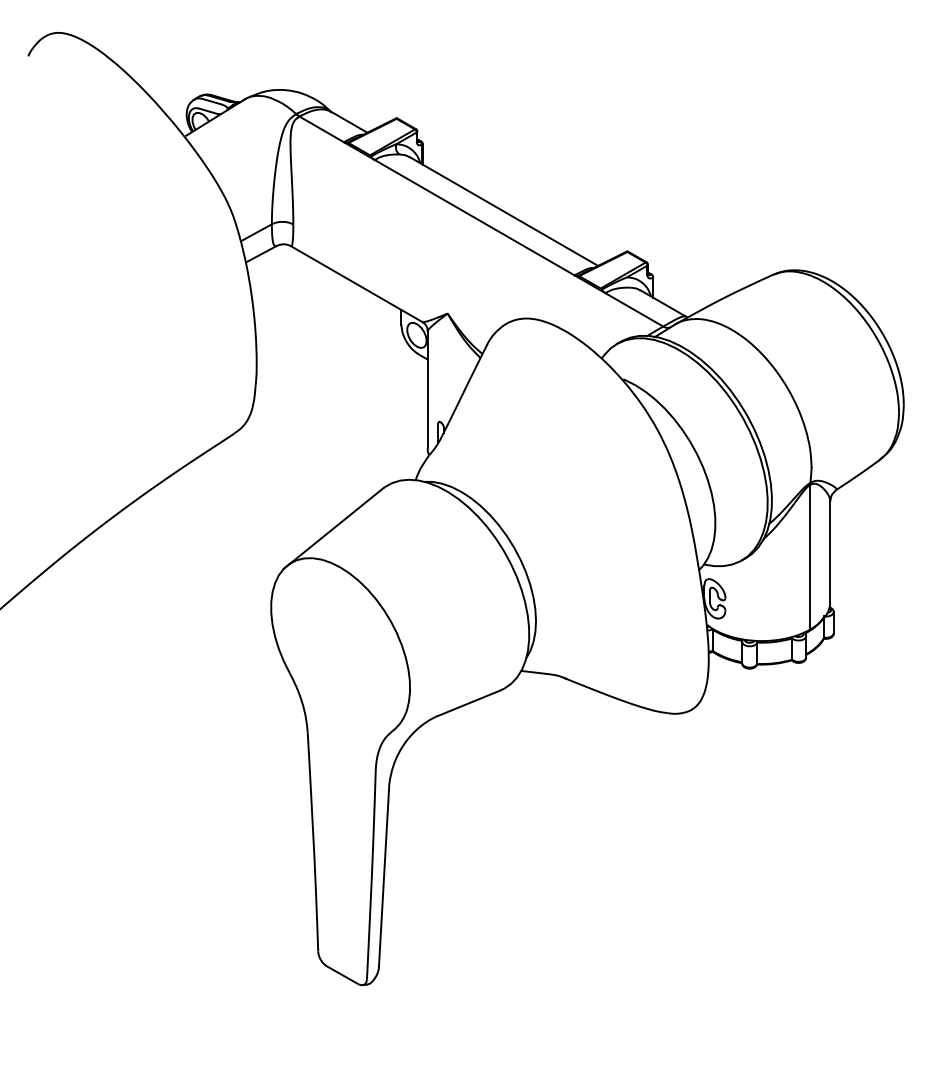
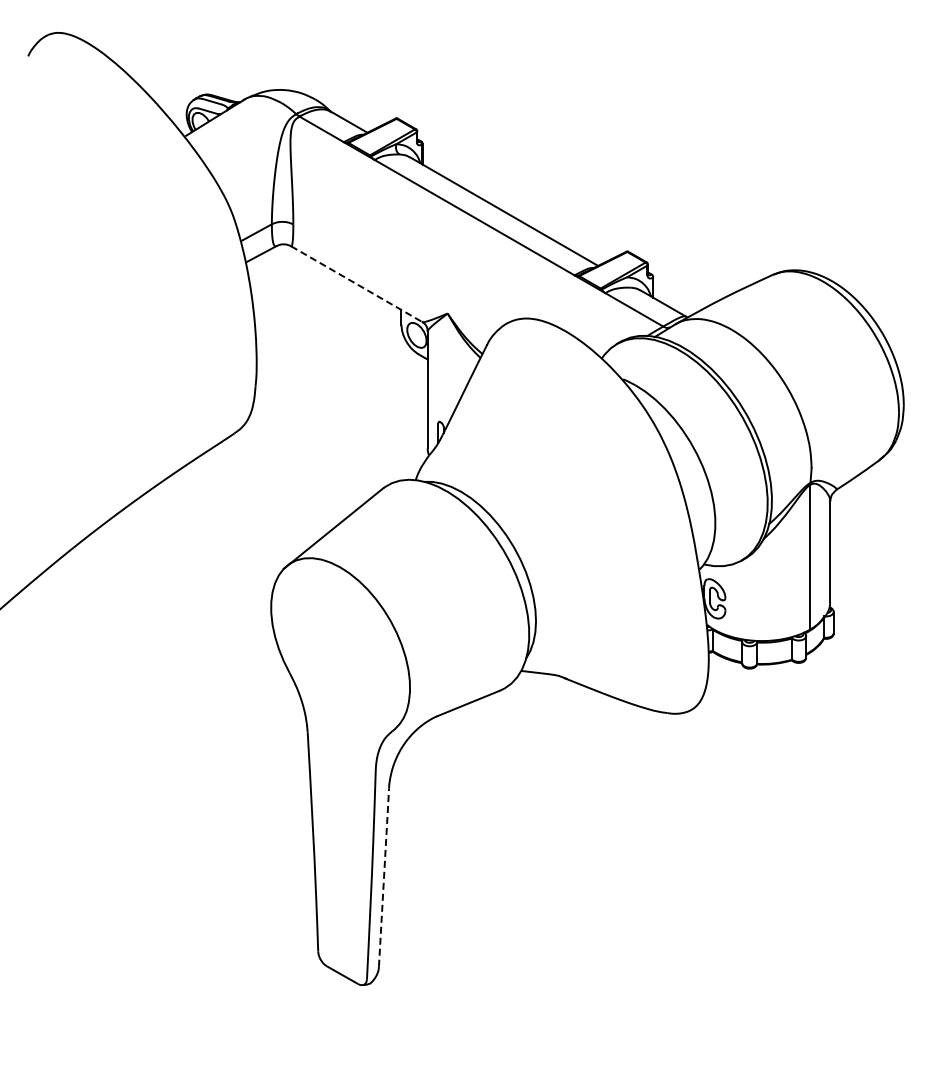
line at (356, 284): solid -> dashed
line at (384, 877): solid -> dashed
